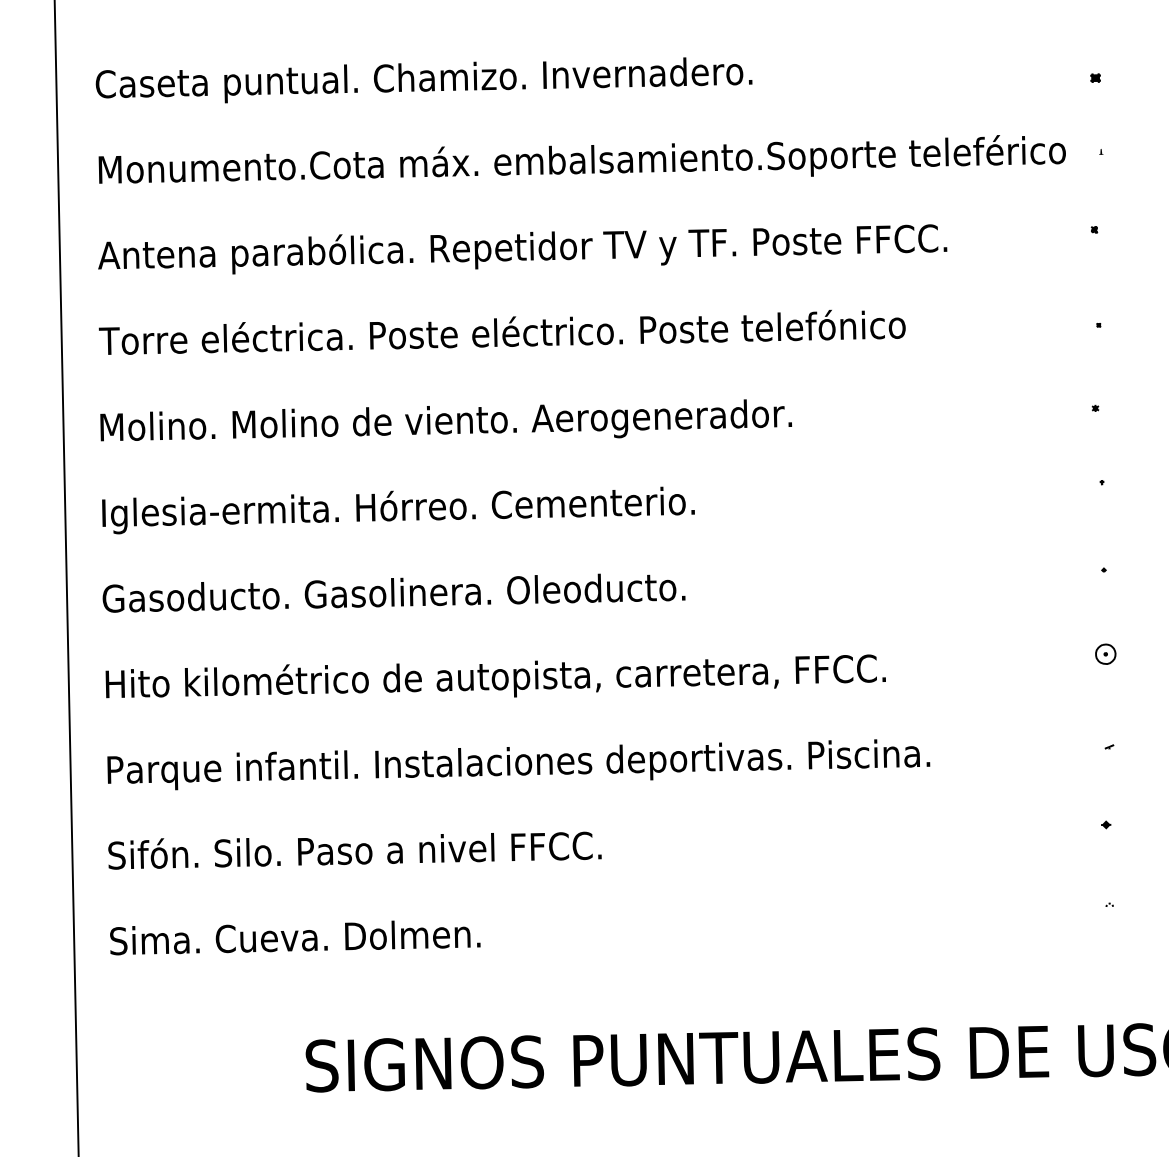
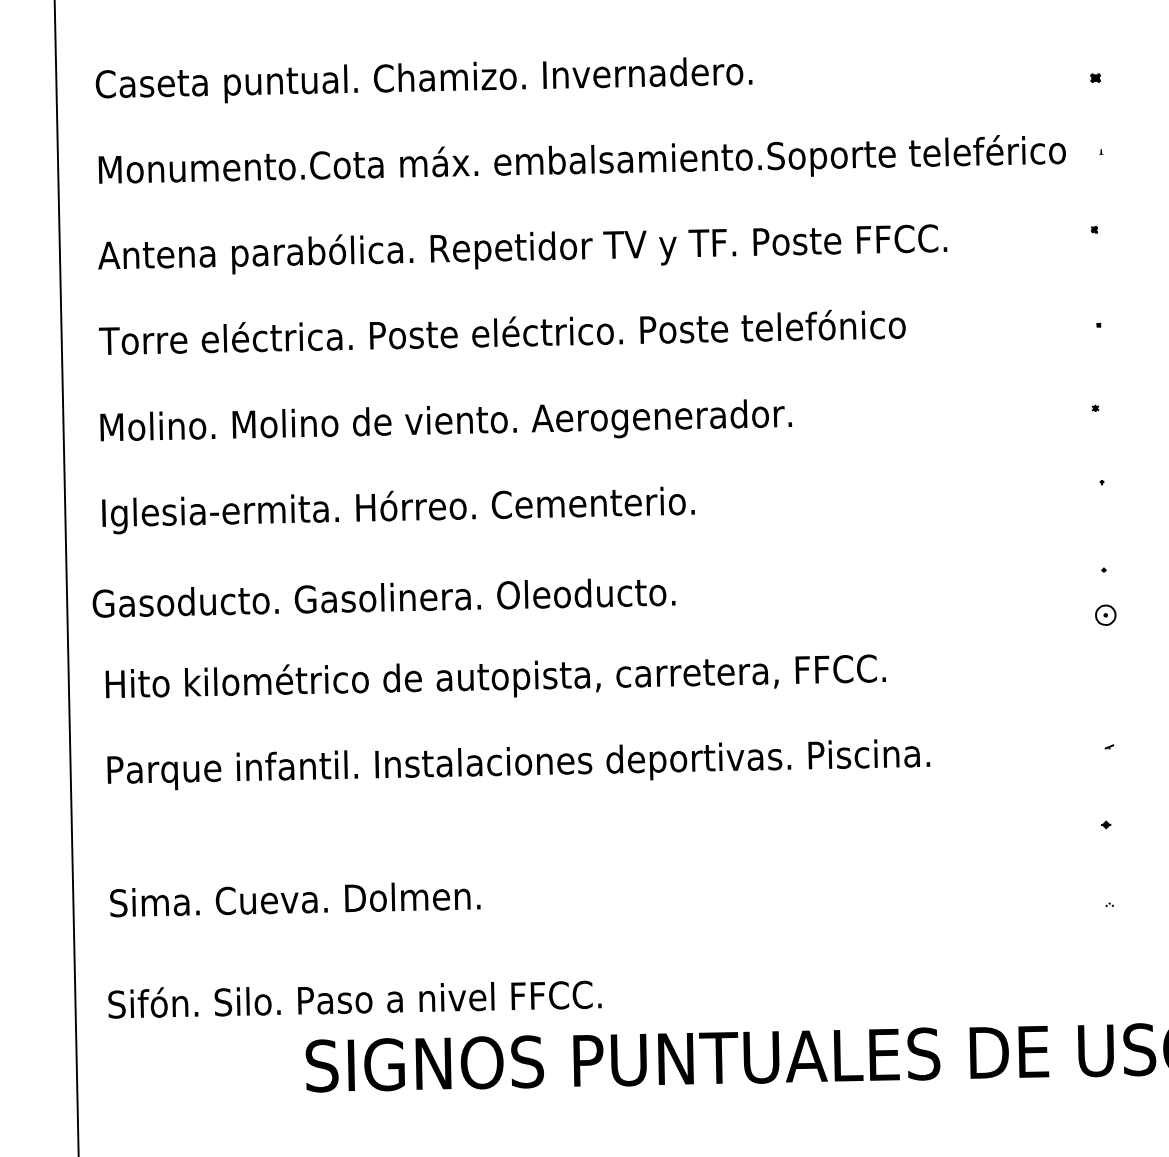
text at (393, 592) position: (393, 592) -> (383, 597)
part at (1105, 653) position: (1105, 653) -> (1105, 614)
text at (354, 850) position: (354, 850) -> (354, 999)
text at (295, 937) position: (295, 937) -> (295, 899)
